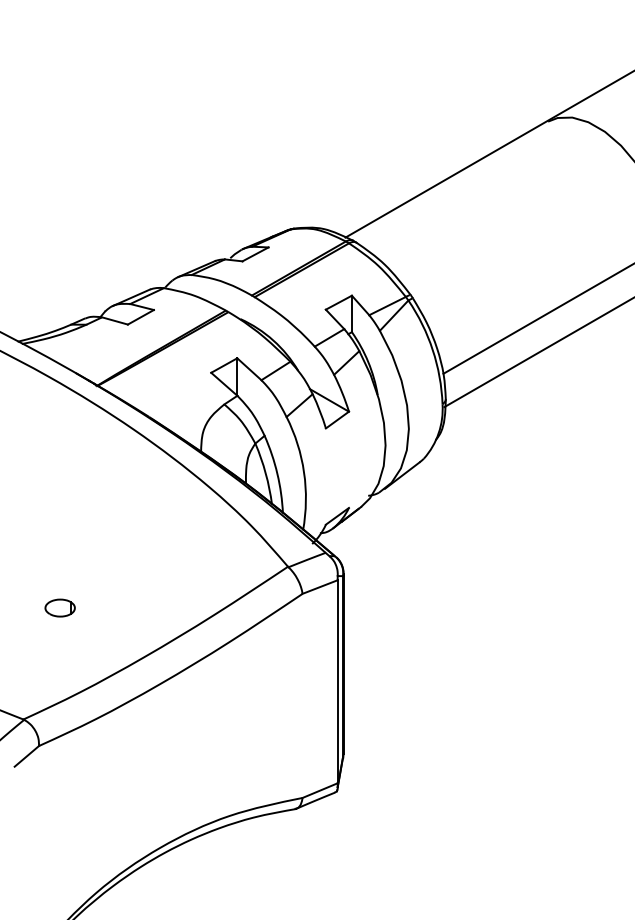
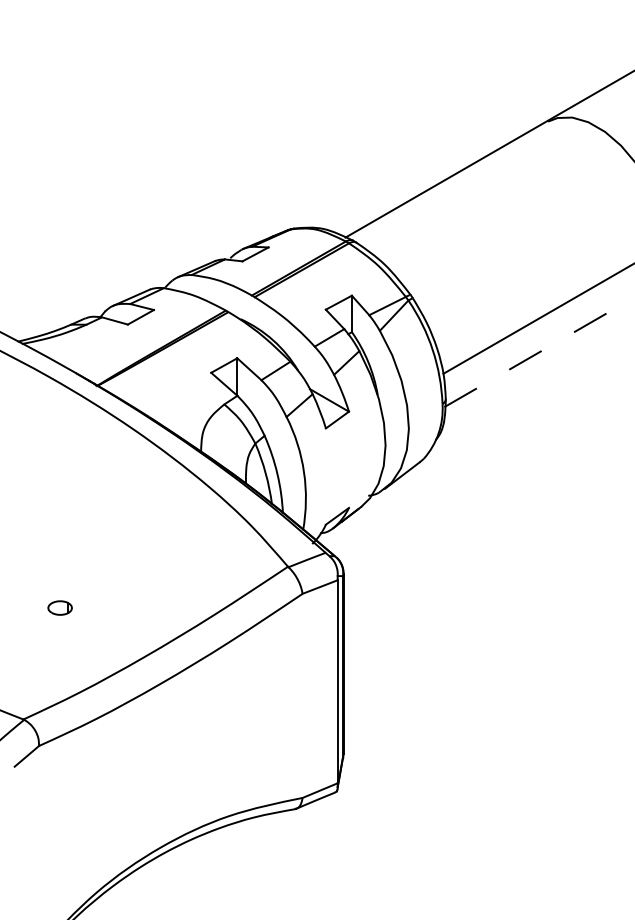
line at (539, 352): solid -> dashed
part at (59, 607) size: 32x20 px -> 26x16 px
